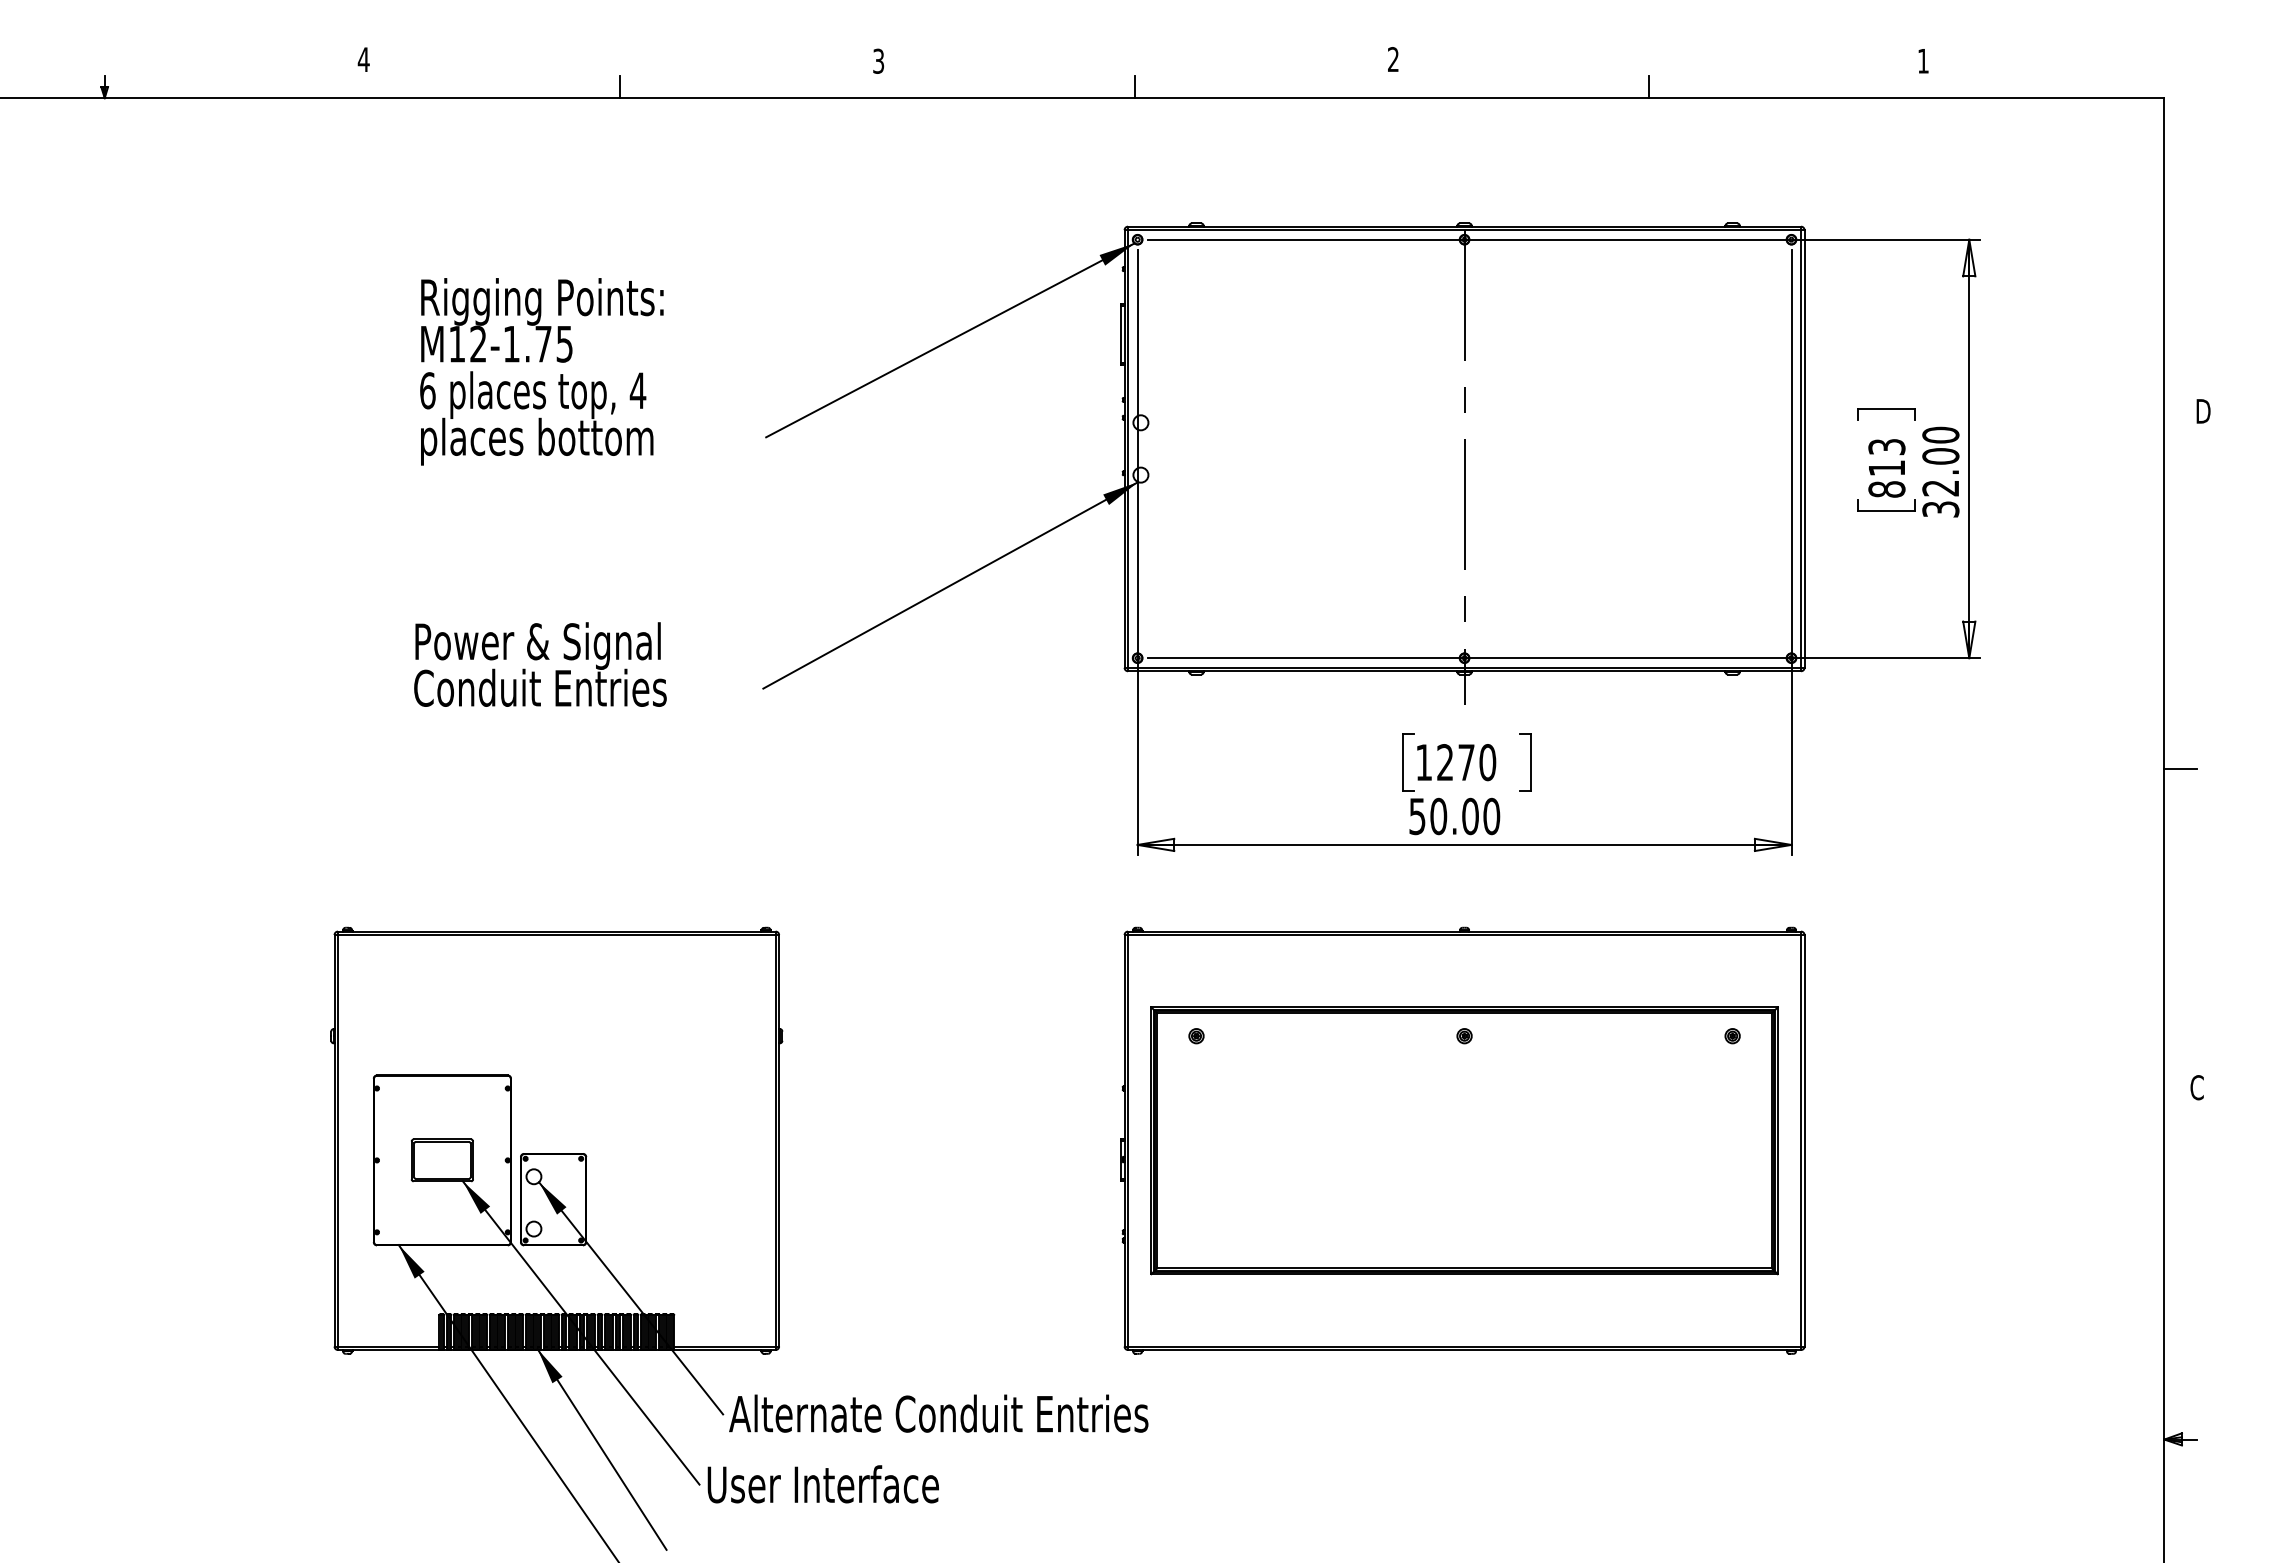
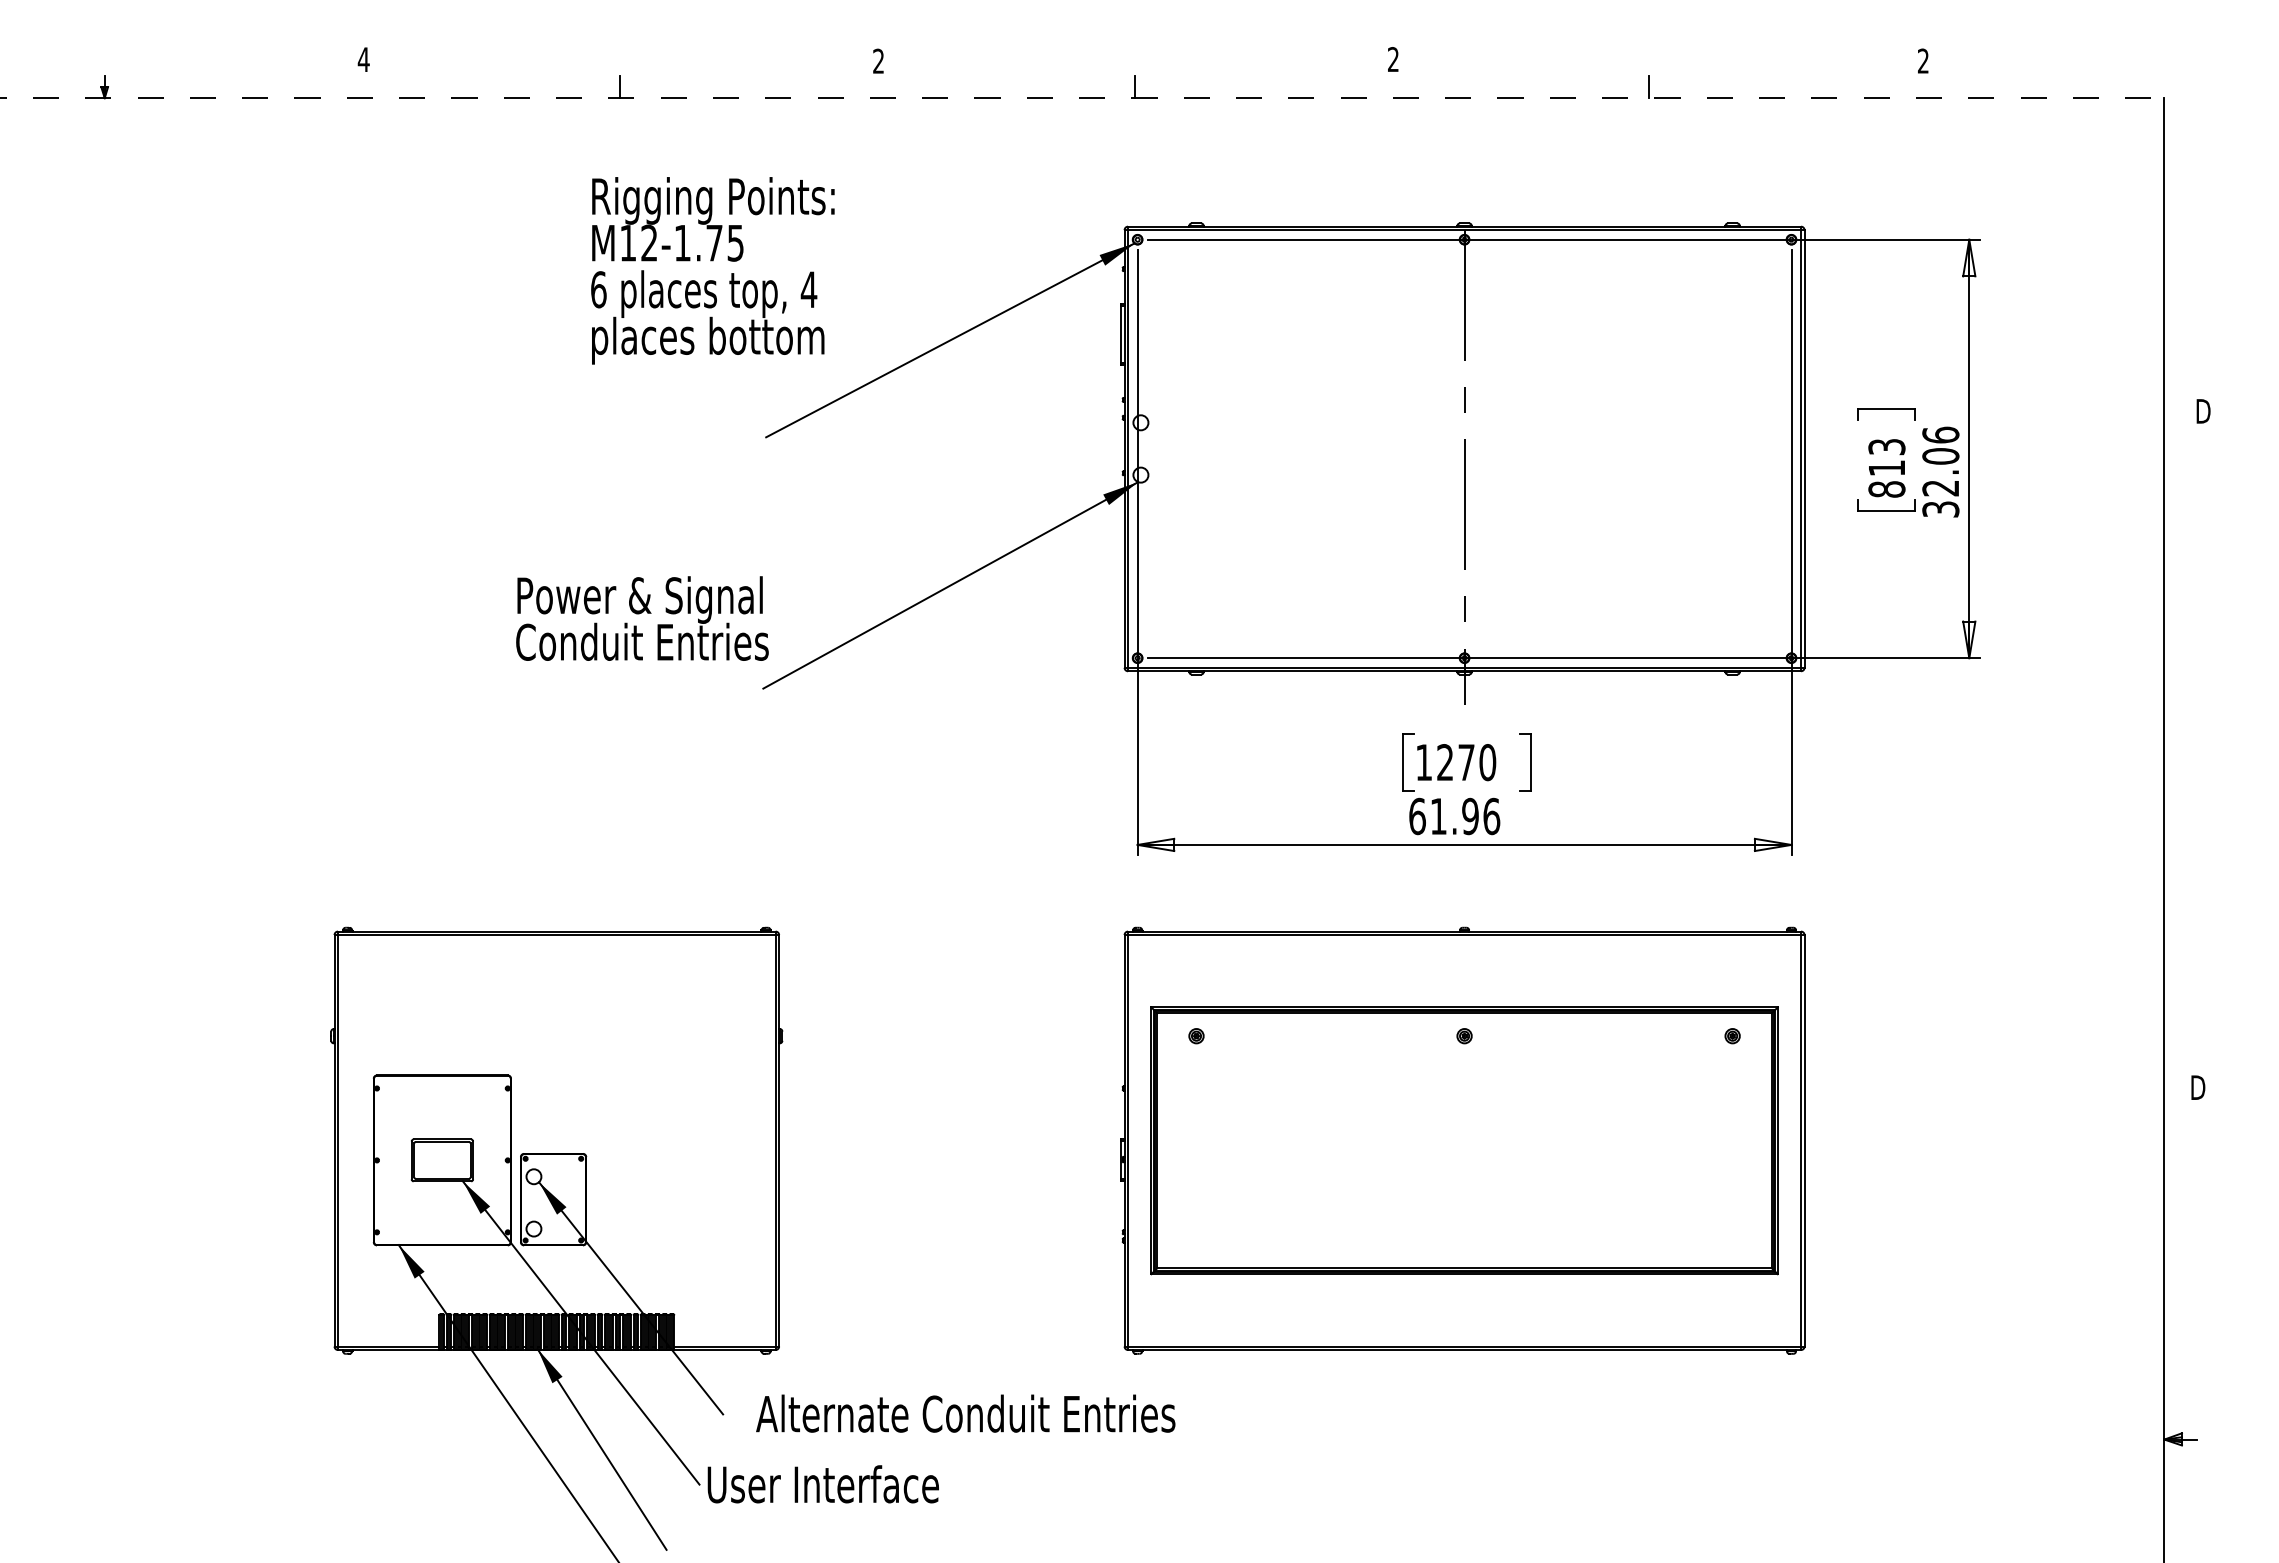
text at (1923, 60): 1 -> 2
text at (878, 61): 3 -> 2
line at (1082, 98): solid -> dashed
text at (541, 371) position: (541, 371) -> (712, 270)
text at (1940, 434): 32.00 -> 32.06
text at (540, 664) position: (540, 664) -> (642, 618)
line at (2180, 769): present -> none
text at (1454, 816): 50.00 -> 61.96
text at (2197, 1087): C -> D
text at (938, 1413) position: (938, 1413) -> (965, 1413)
